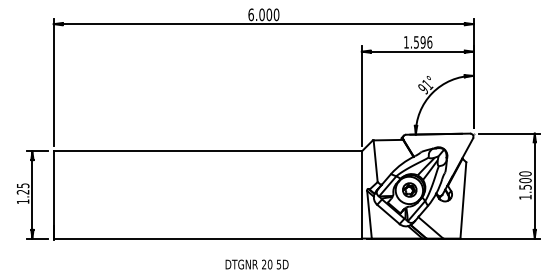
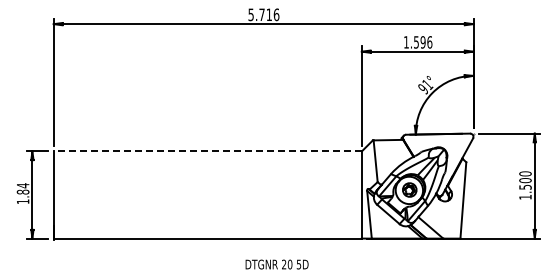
text at (263, 14): 6.000 -> 5.716
line at (207, 151): solid -> dashed
text at (23, 188): 1.25 -> 1.84
text at (256, 264) position: (256, 264) -> (276, 264)
